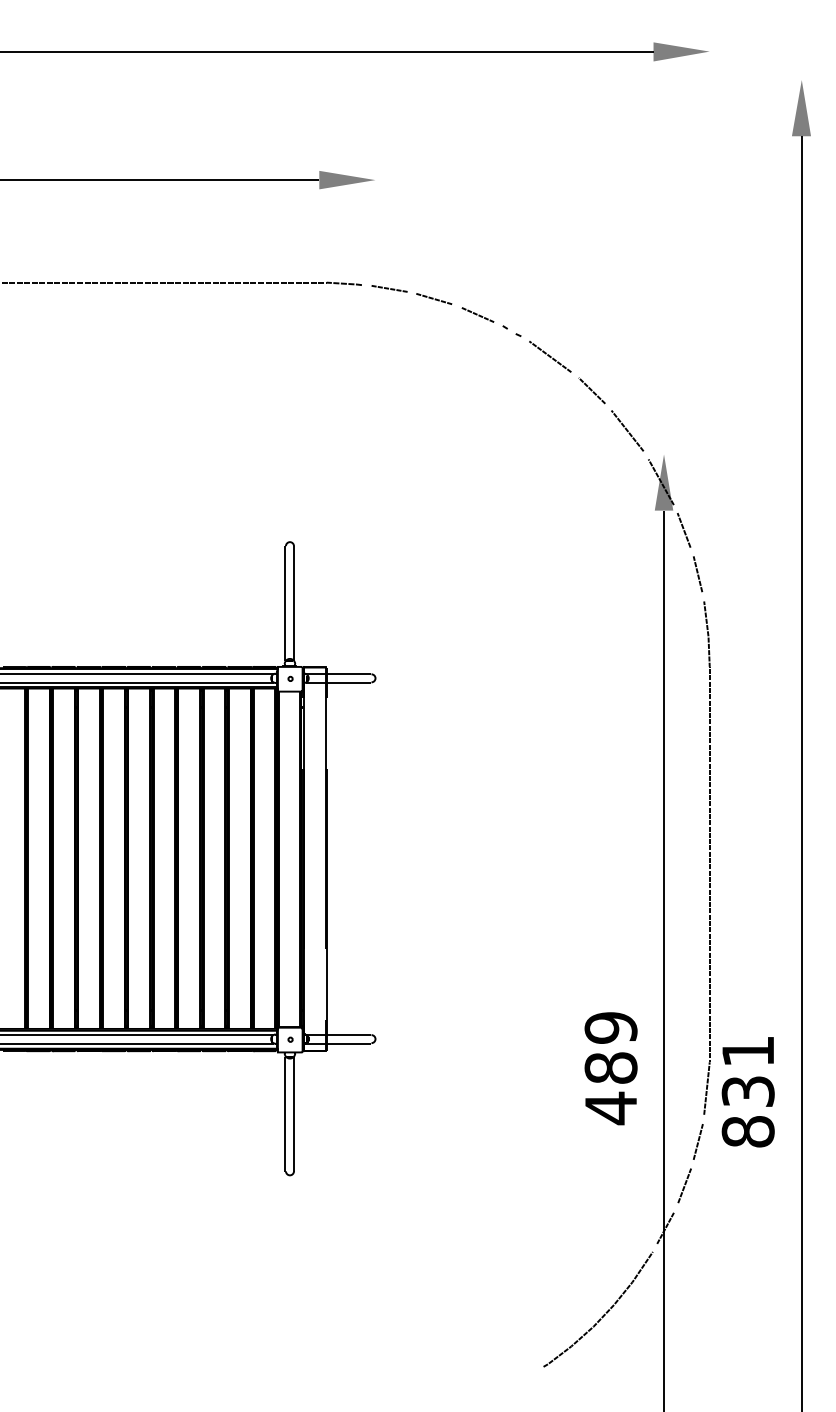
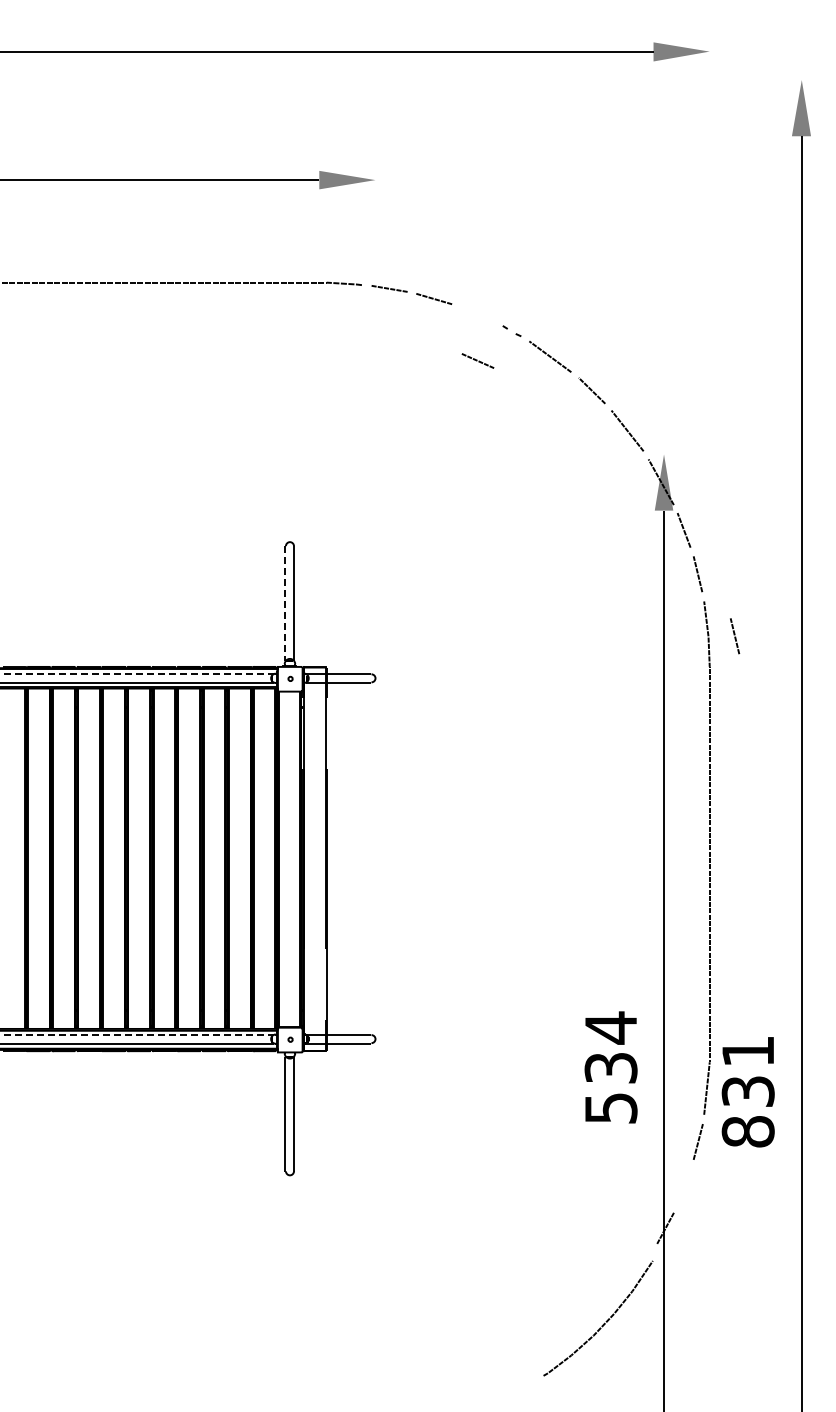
line at (477, 314) position: (477, 314) -> (477, 360)
line at (285, 603): solid -> dashed
line at (735, 636): none -> present
line at (137, 674): solid -> dashed
line at (137, 1035): solid -> dashed
text at (610, 1068): 489 -> 534
line at (684, 1184): present -> none
curve at (603, 1314) position: (603, 1314) -> (603, 1323)
